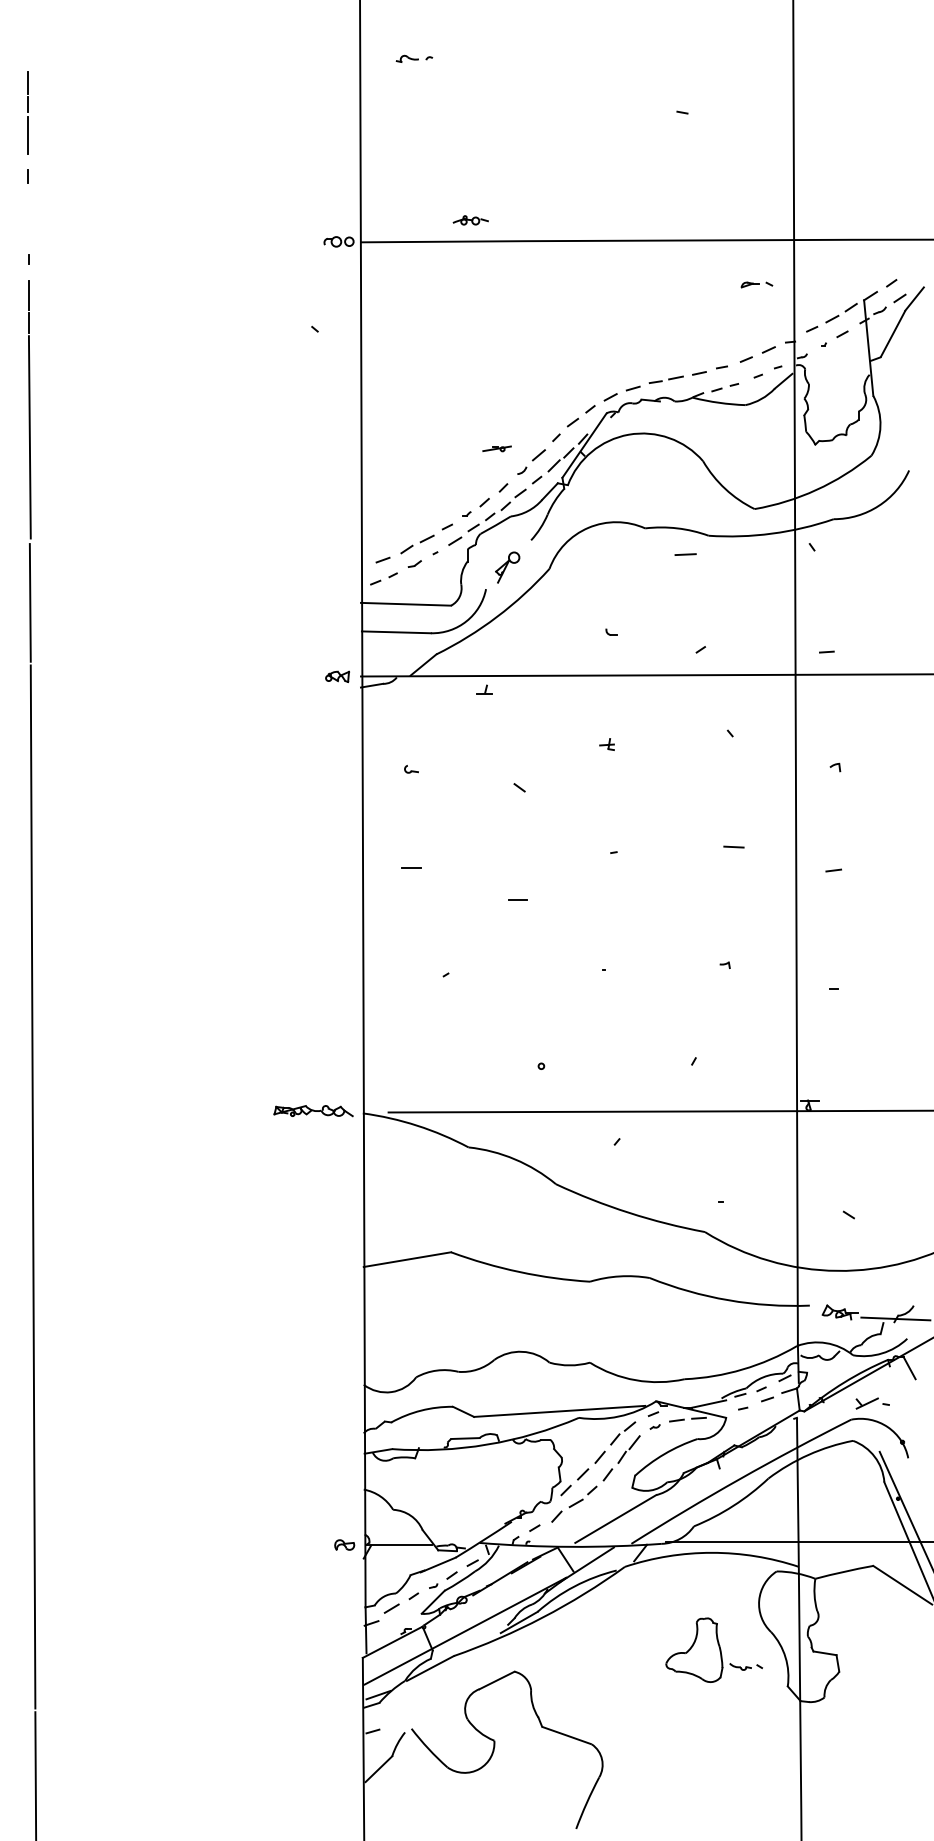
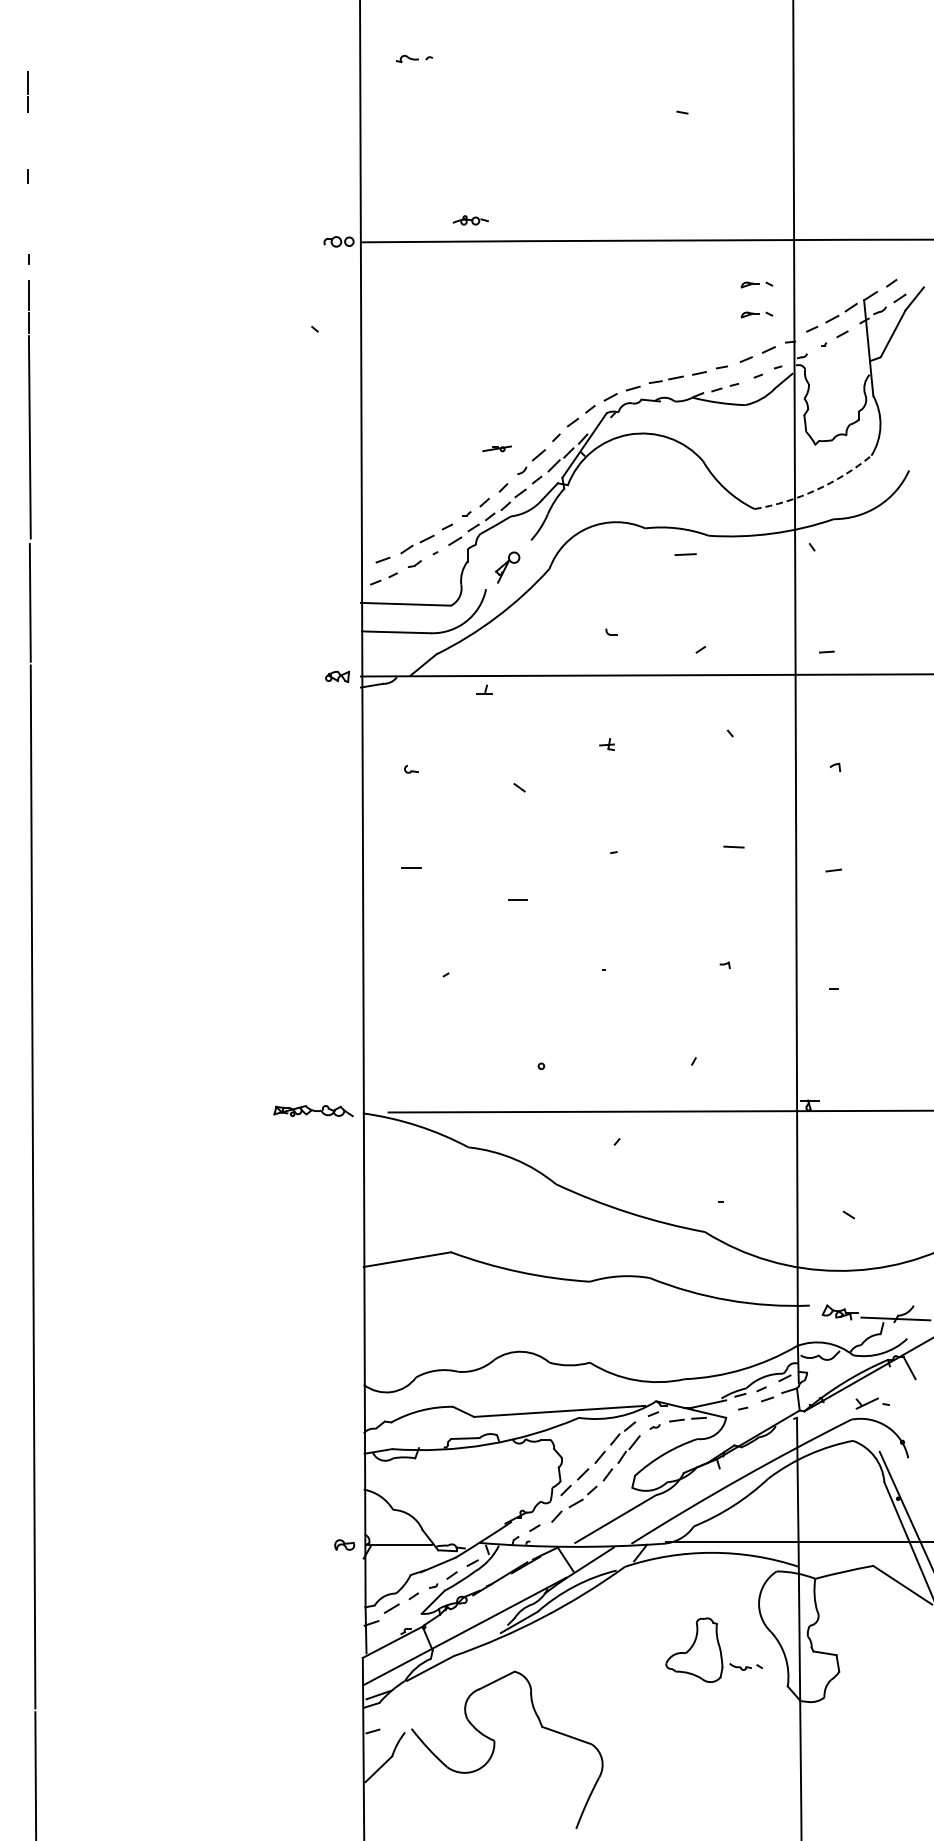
line at (28, 135): present -> none
part at (756, 314): none -> present
arc at (816, 489): solid -> dashed
